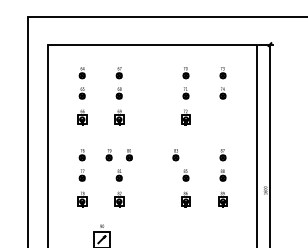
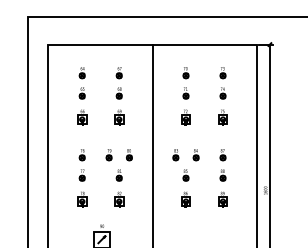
part at (222, 117): none -> present
line at (152, 144): none -> present
part at (195, 155): none -> present
